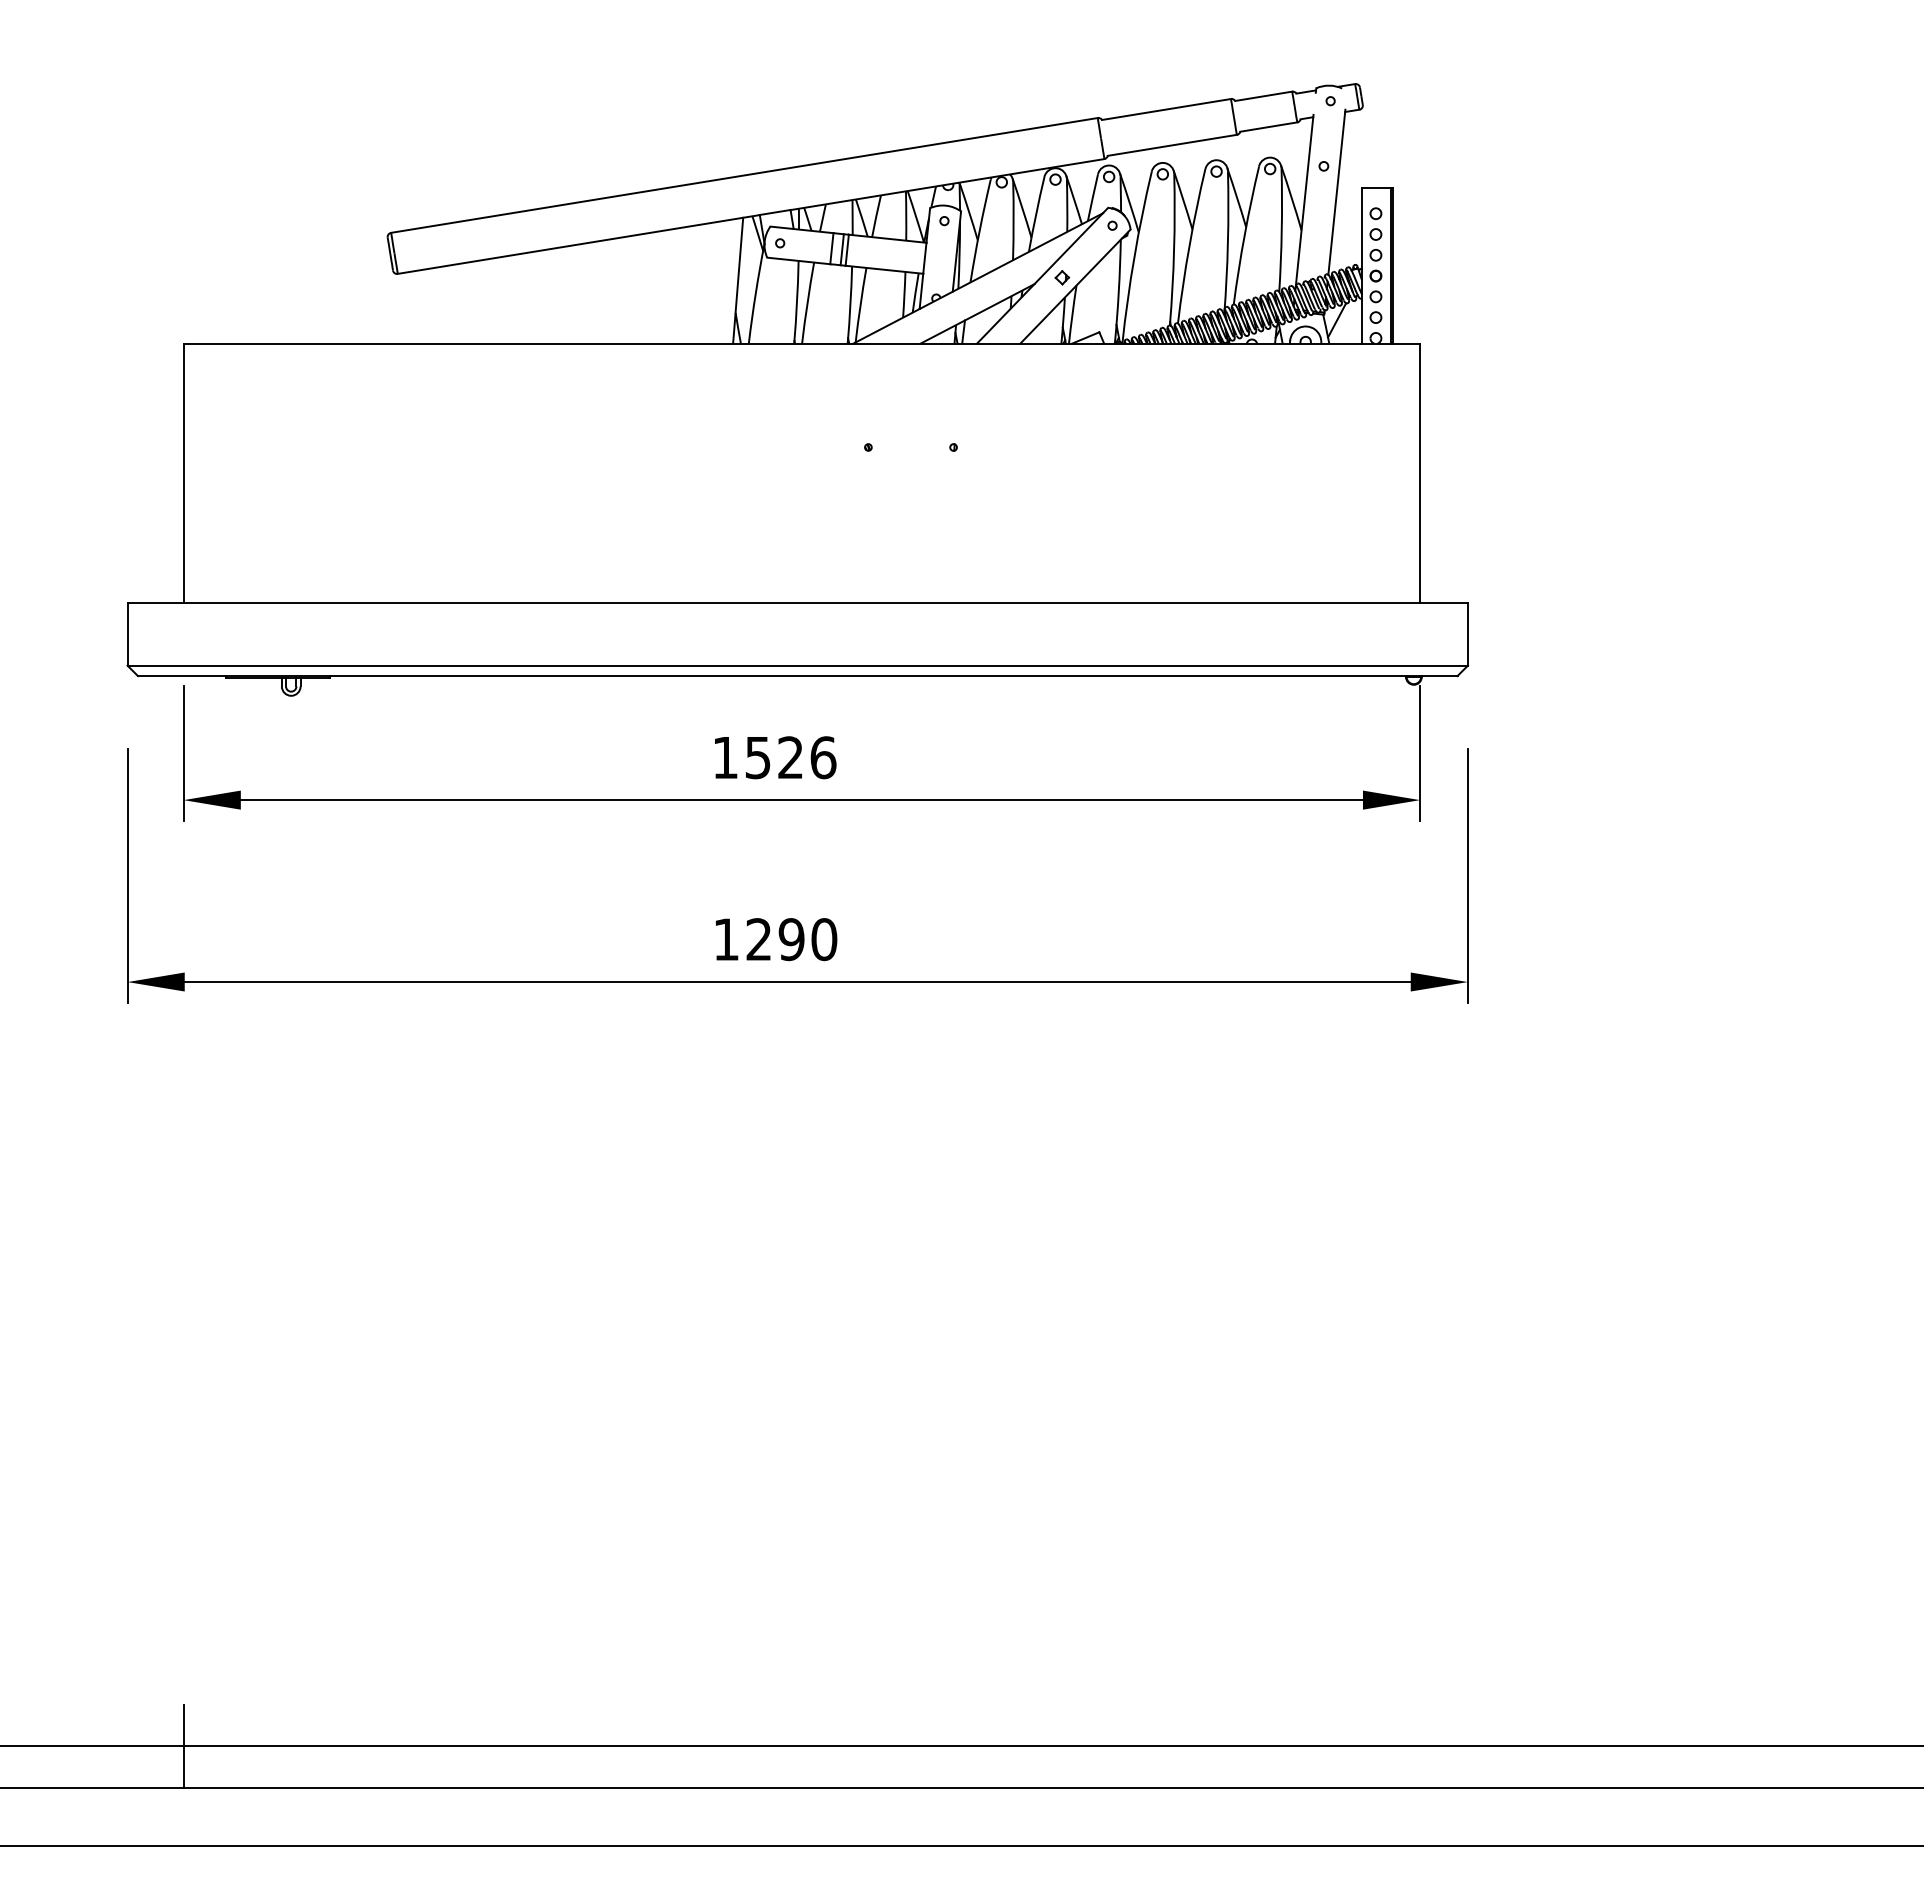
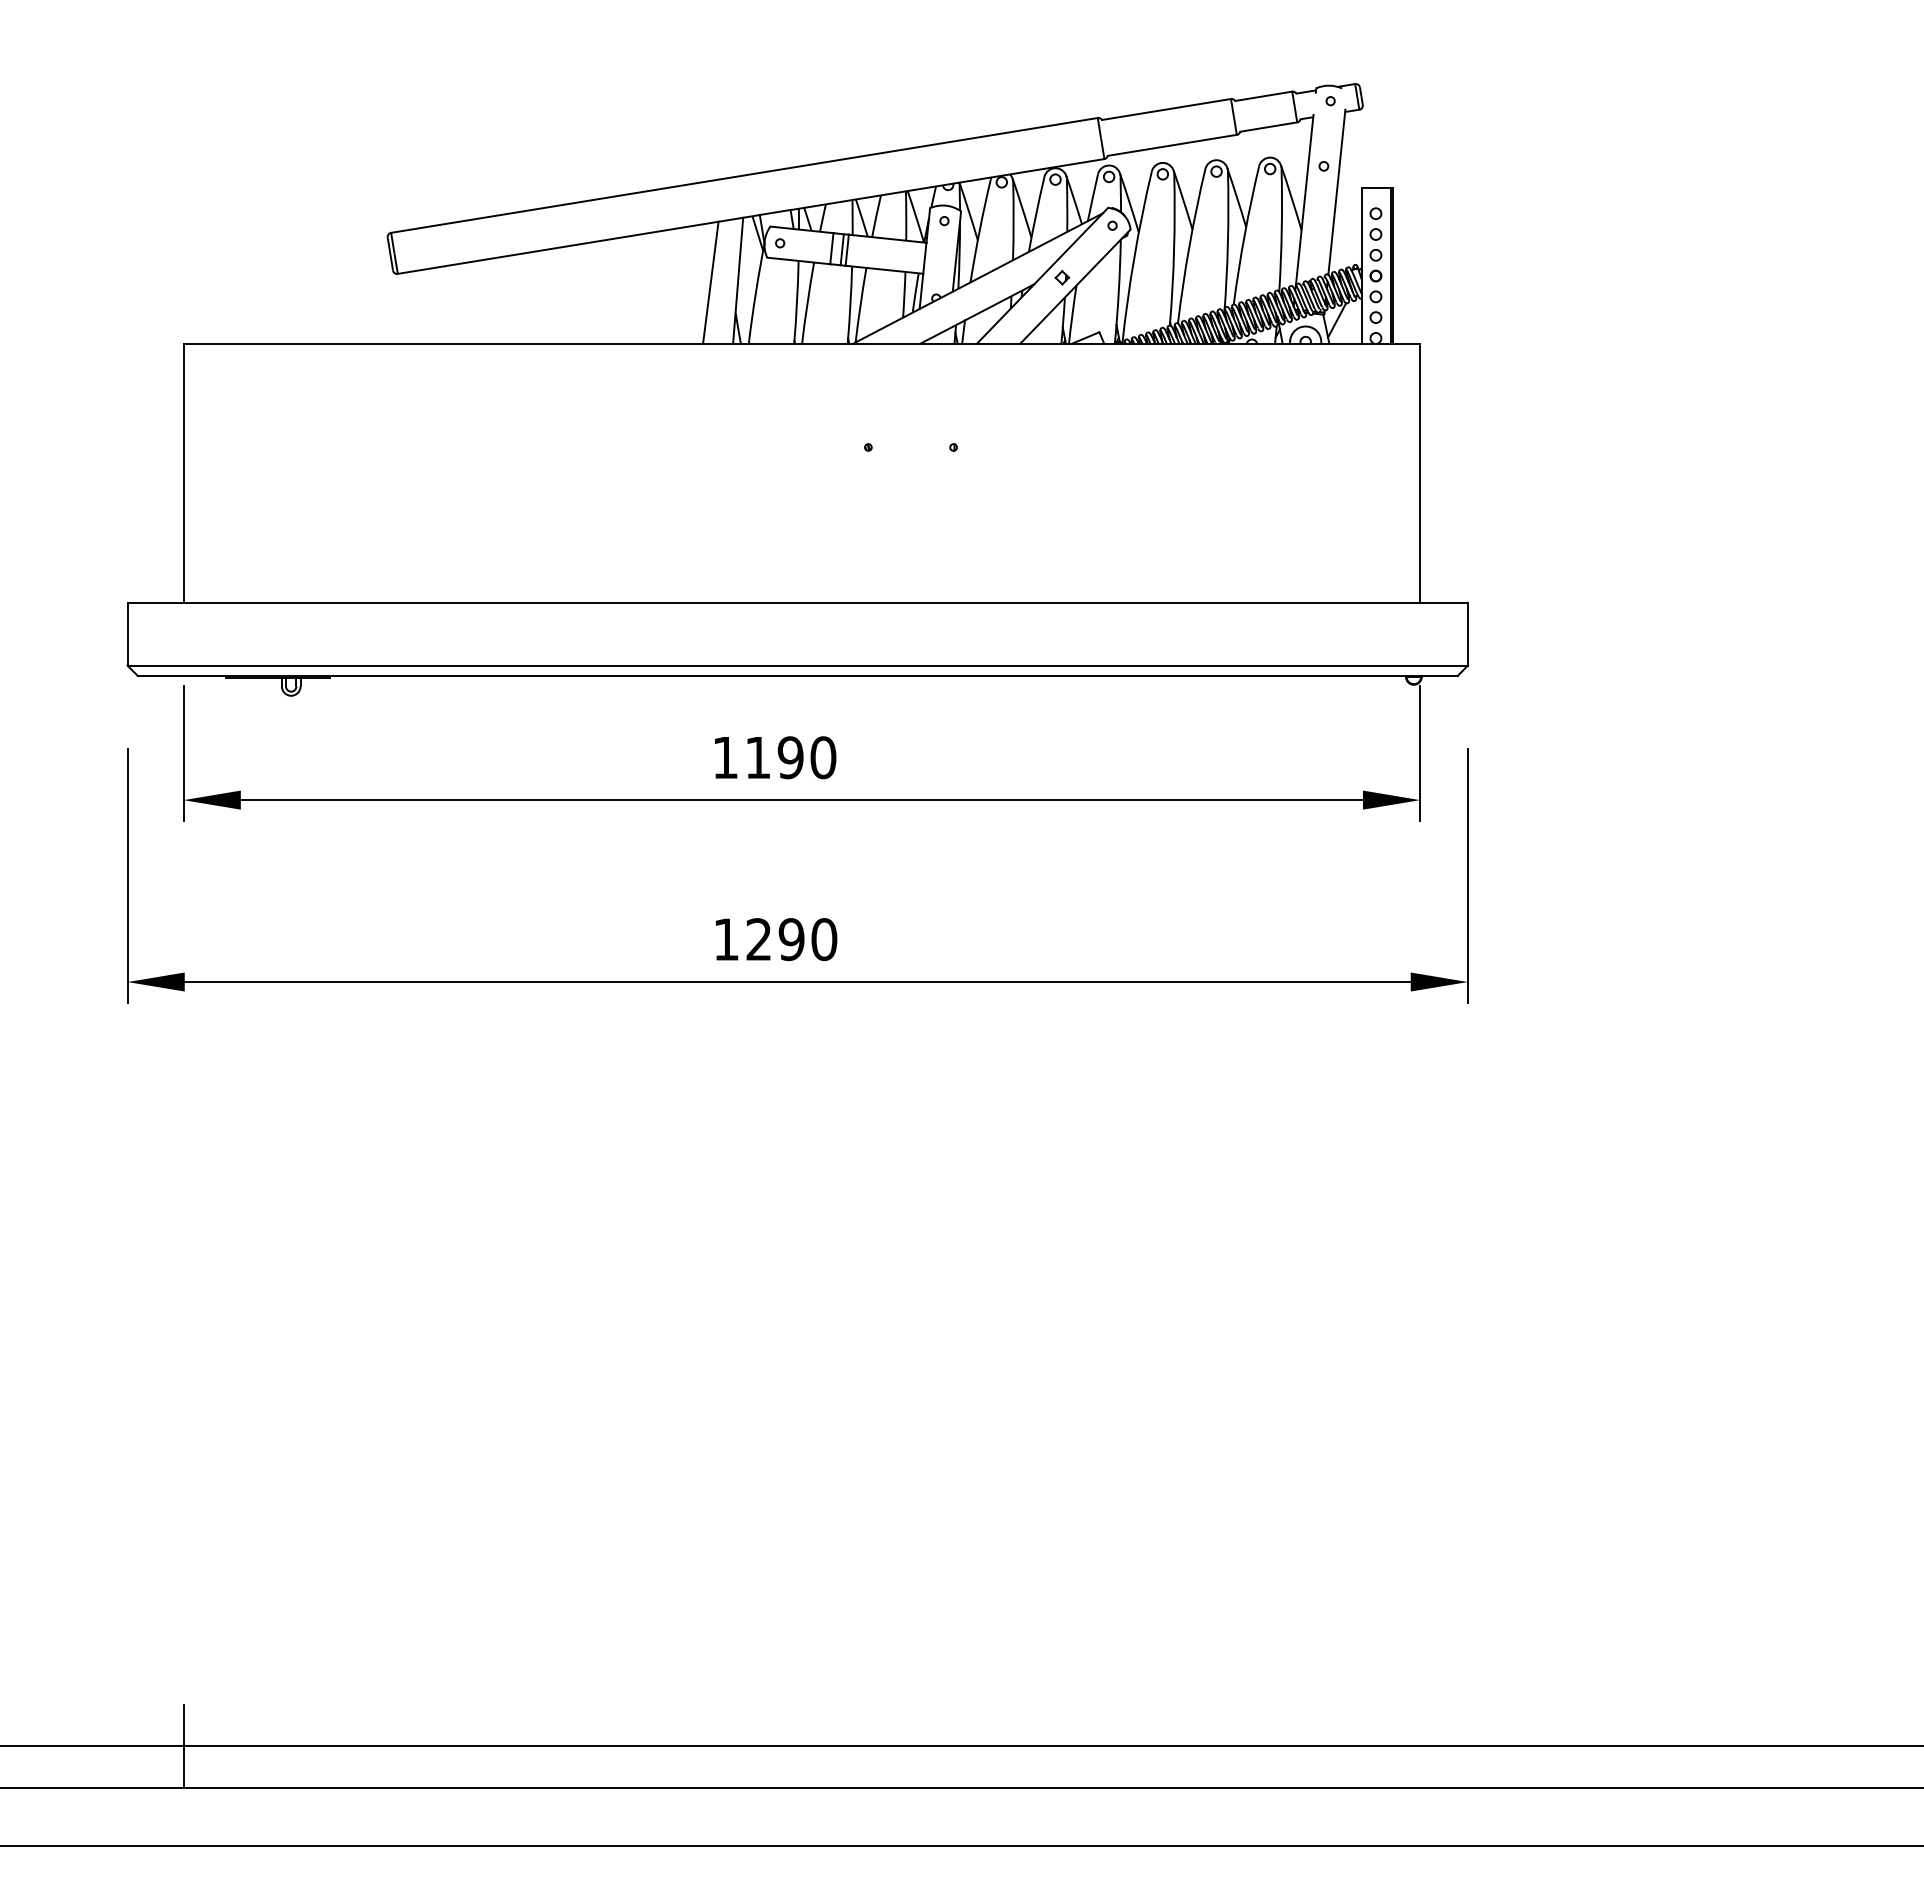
line at (710, 282): none -> present
text at (791, 757): 1526 -> 1190
